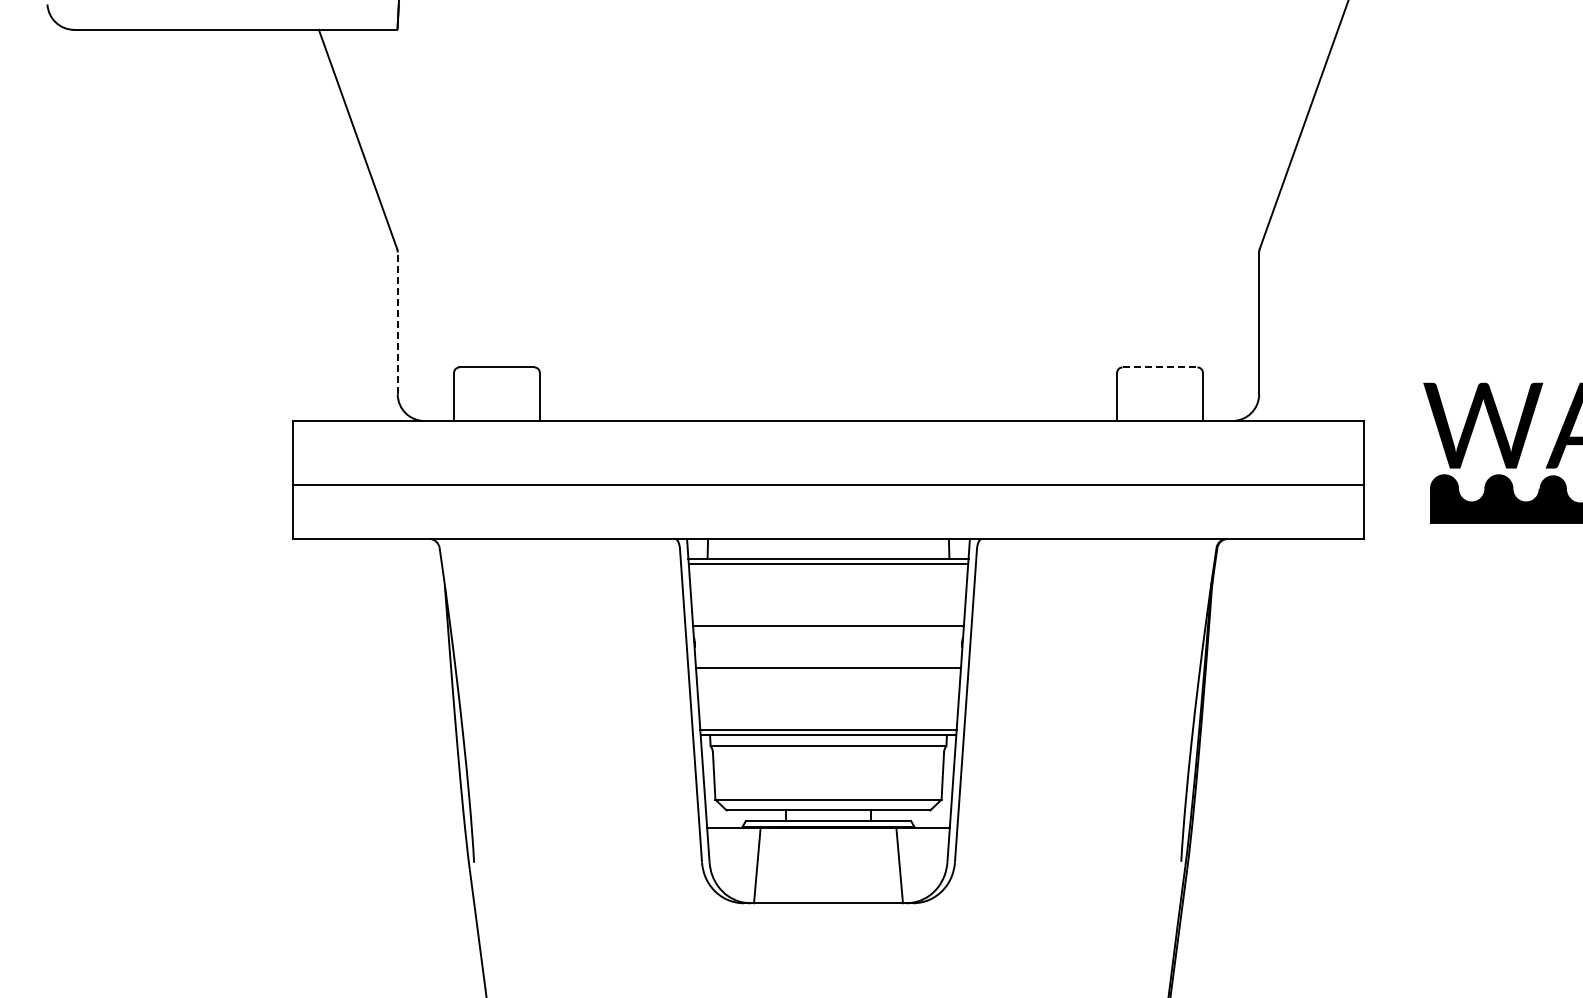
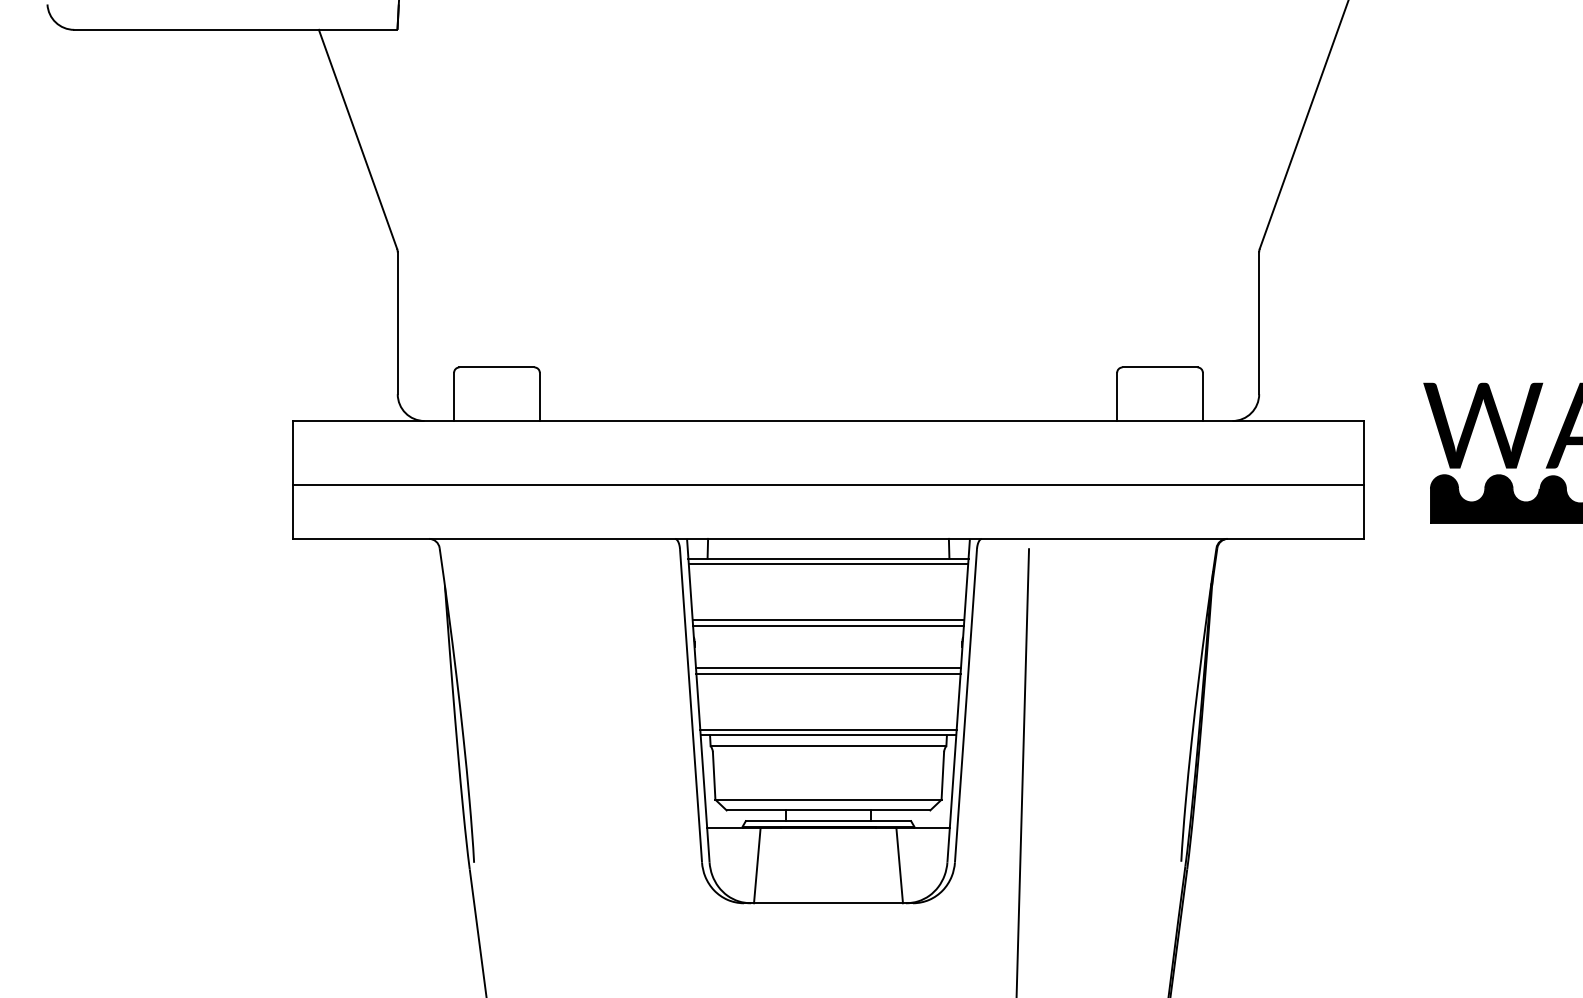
line at (397, 323): dashed -> solid
line at (1160, 367): dashed -> solid
line at (828, 620): none -> present
line at (828, 673): none -> present
line at (1022, 771): none -> present
